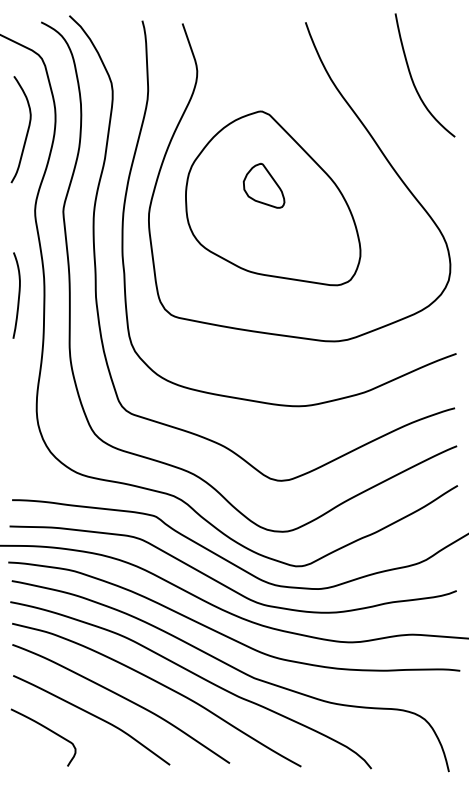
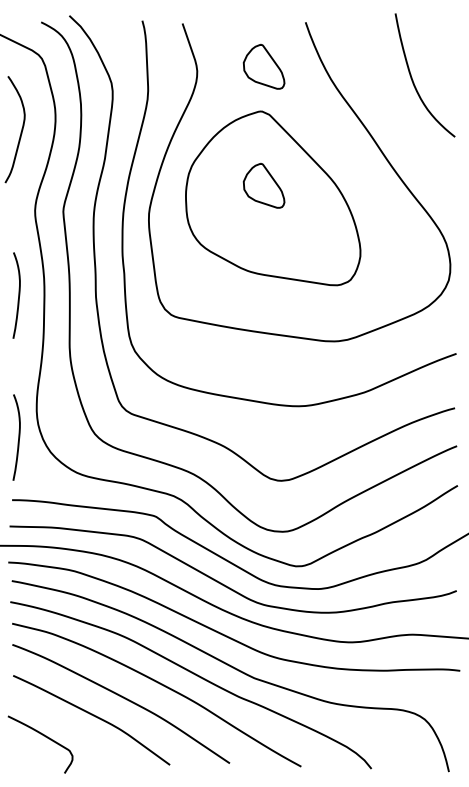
part at (263, 66): none -> present
curve at (26, 132) position: (26, 132) -> (20, 132)
curve at (18, 437): none -> present
curve at (46, 729) position: (46, 729) -> (43, 736)
